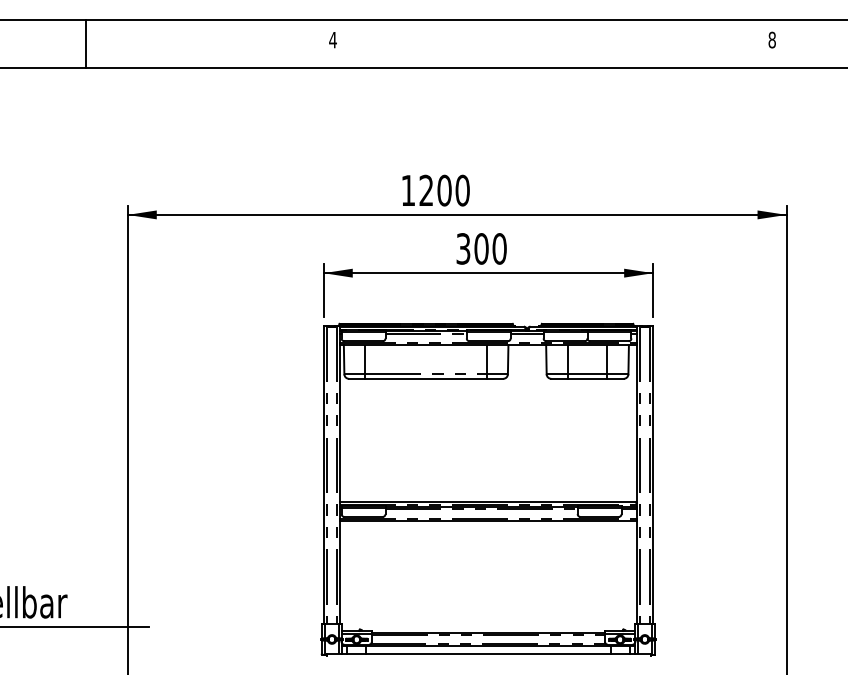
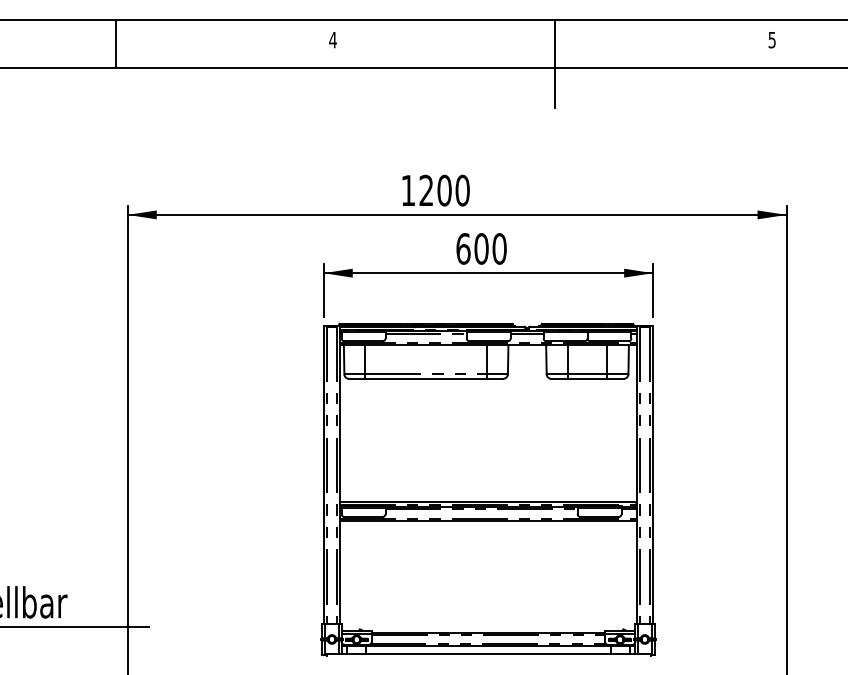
text at (771, 39): 8 -> 5
line at (86, 43) position: (86, 43) -> (116, 43)
line at (555, 64): none -> present
text at (463, 248): 300 -> 600
